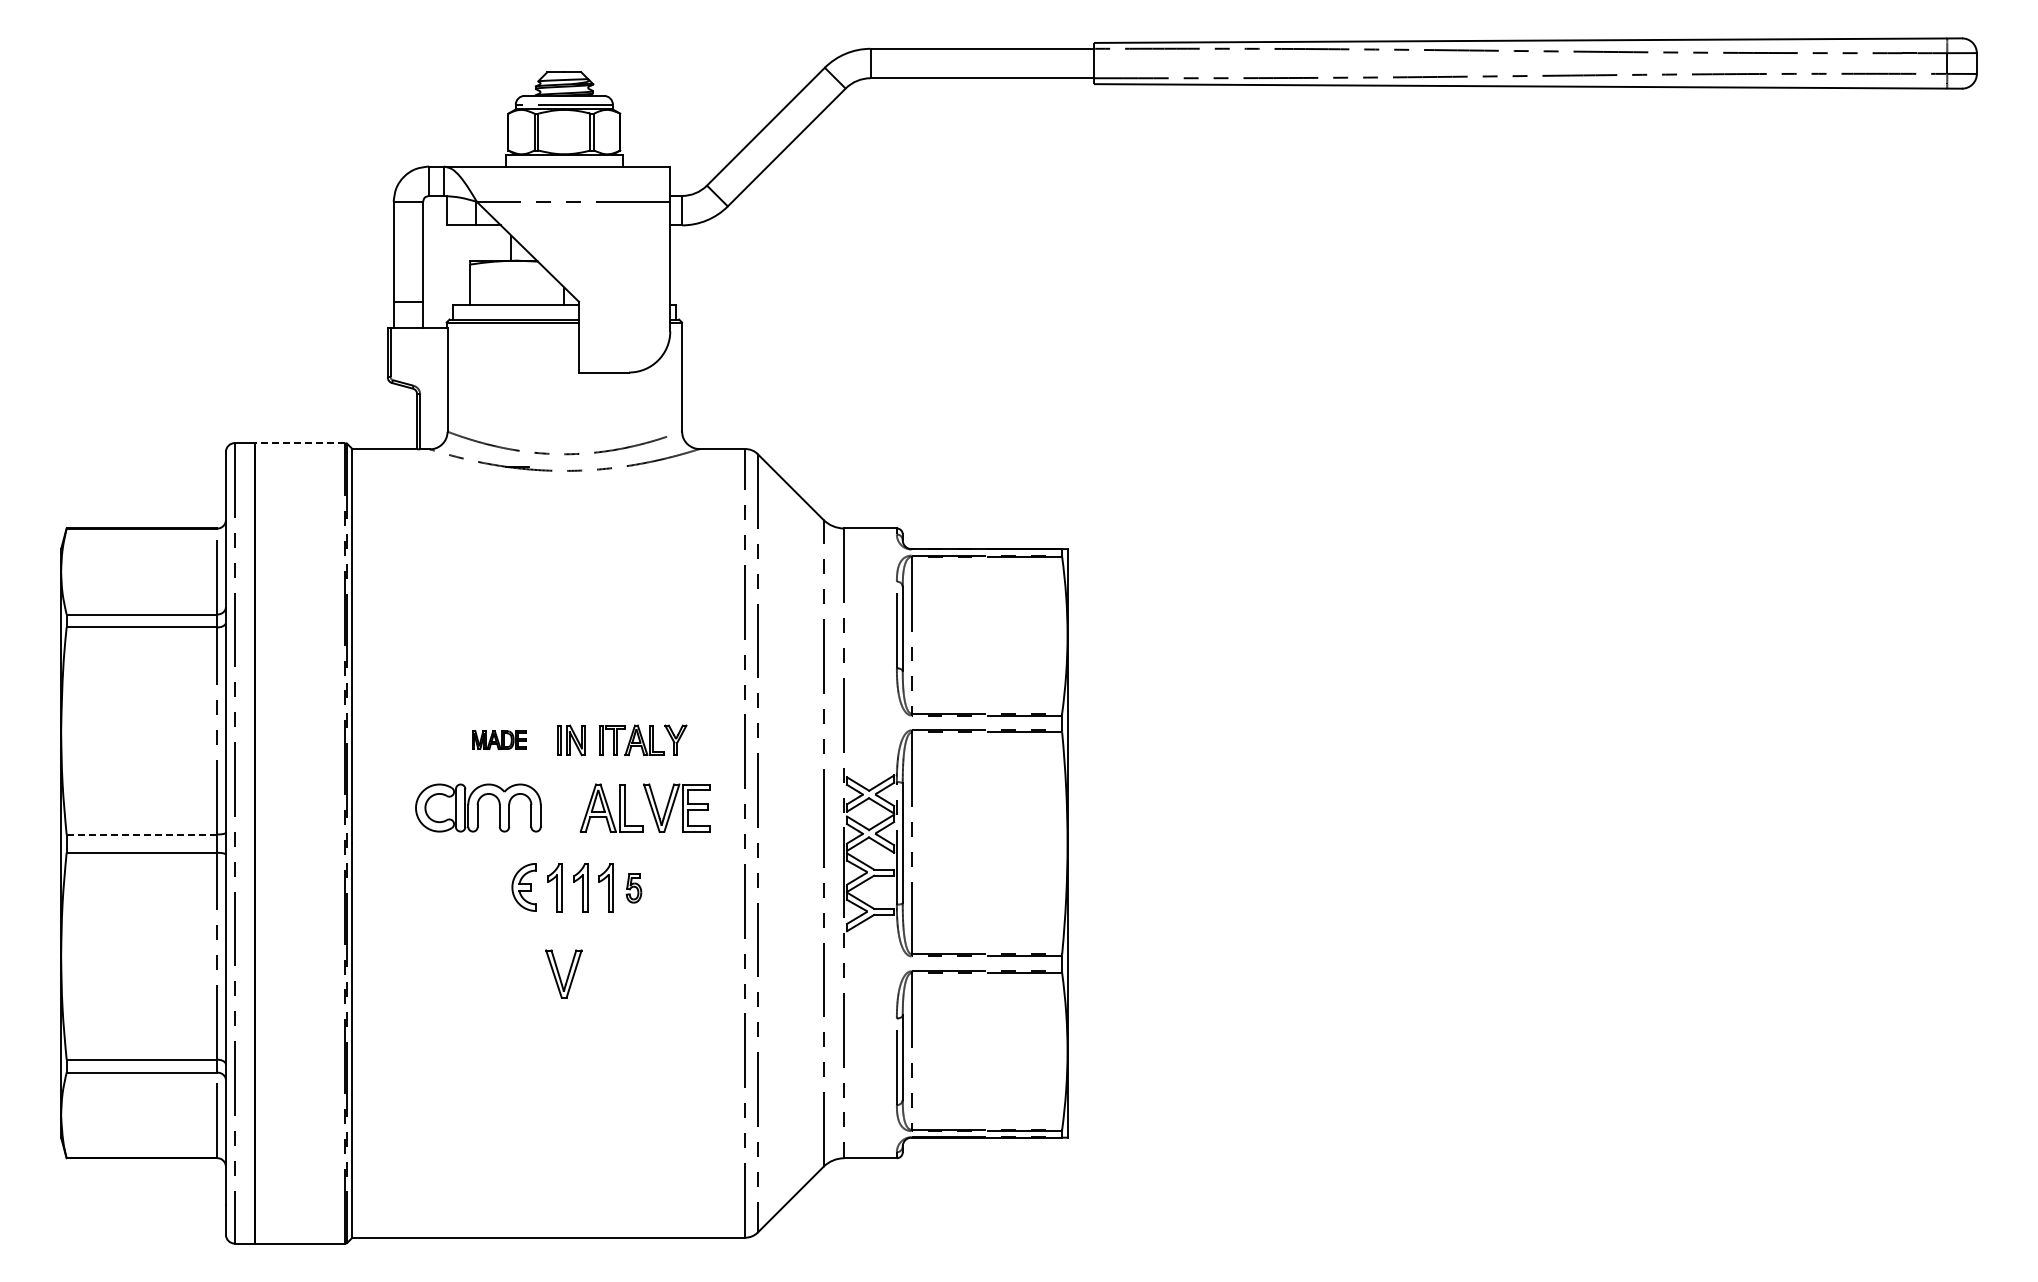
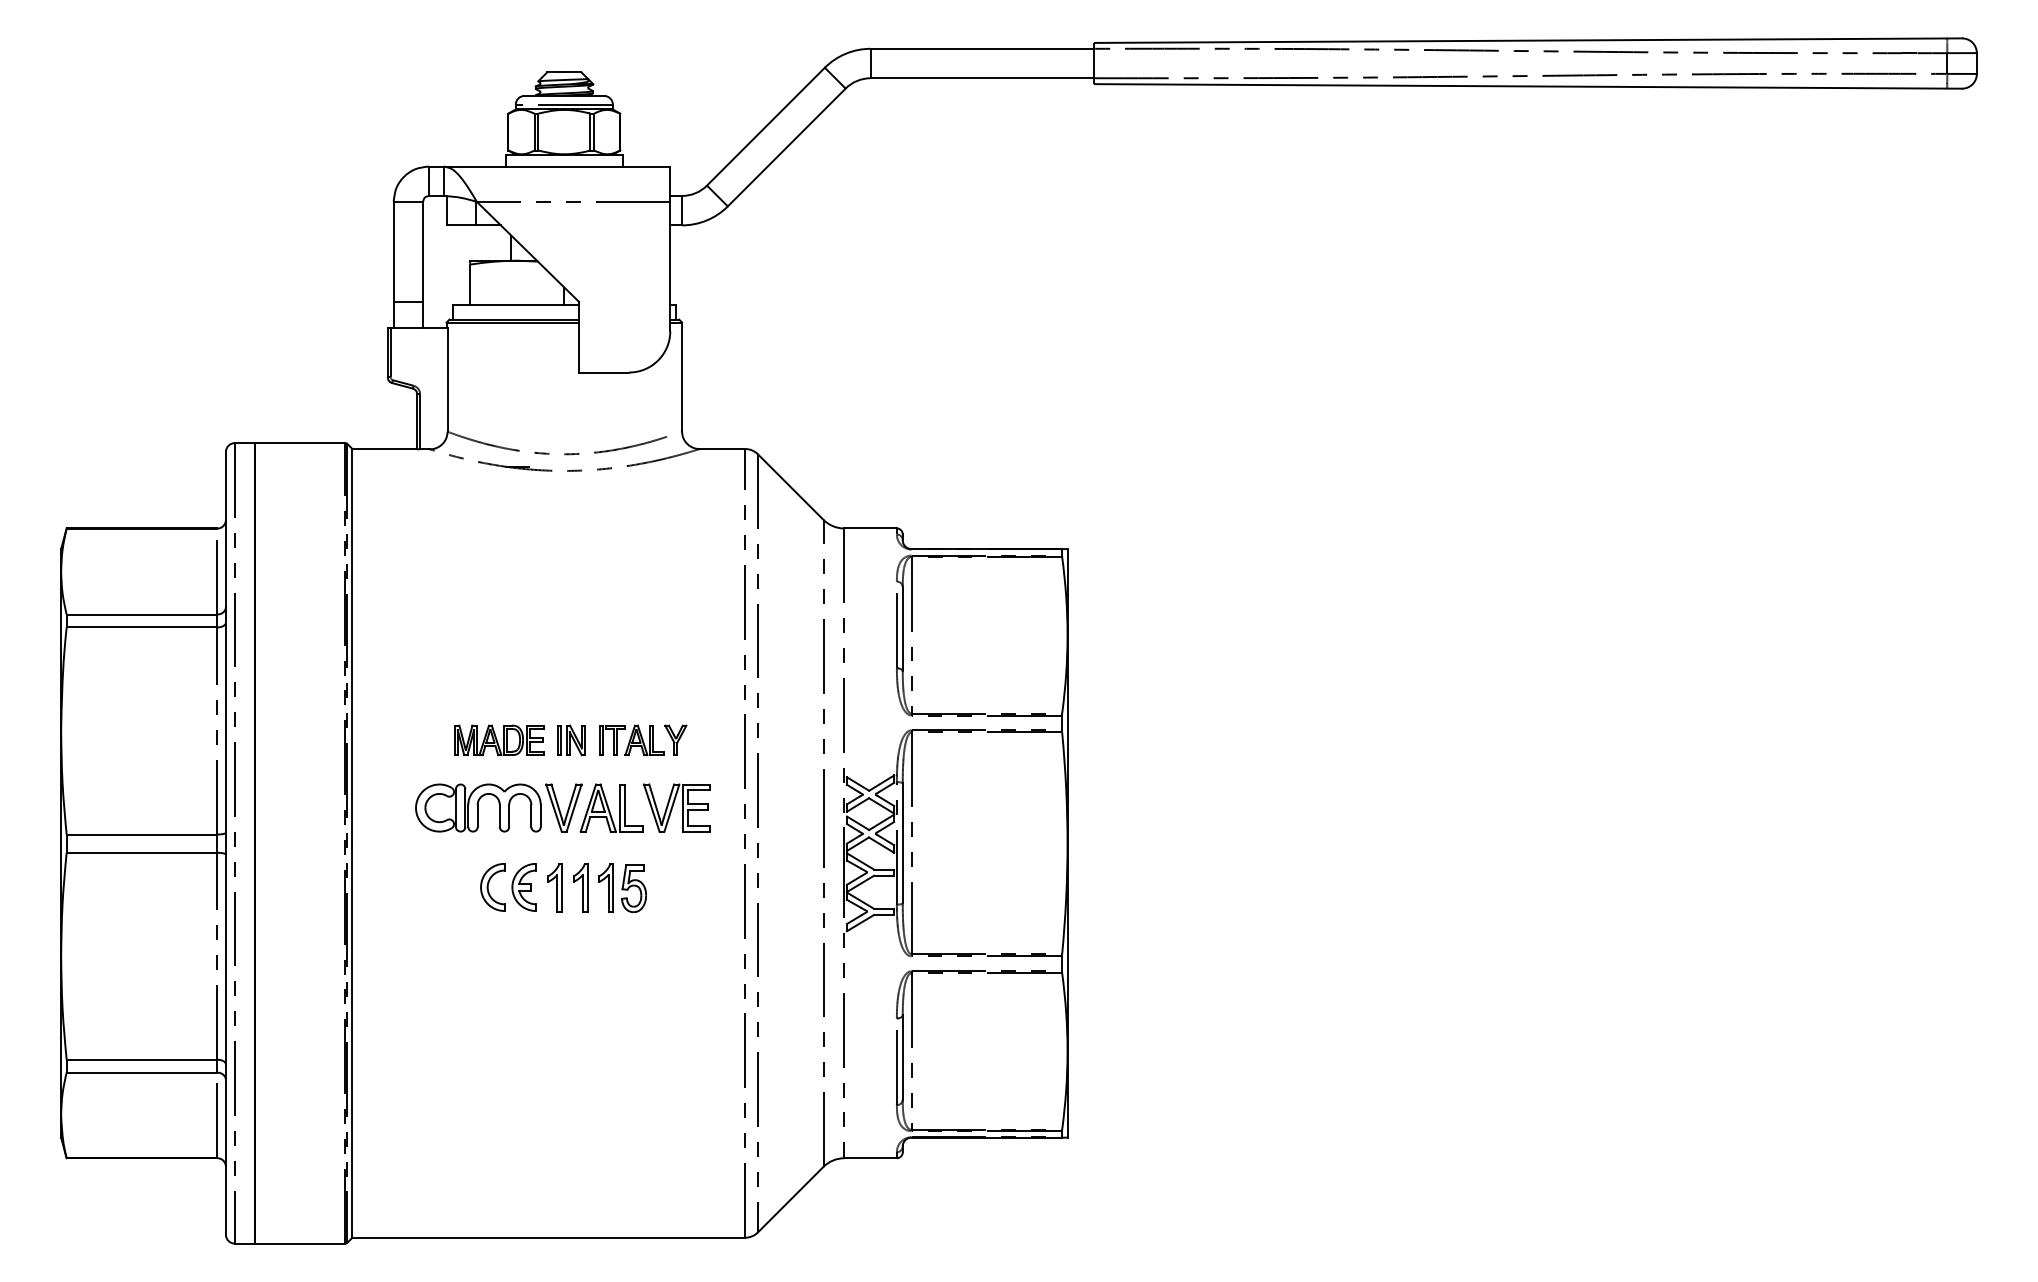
line at (299, 443): dashed -> solid
part at (499, 739) size: 55x20 px -> 91x32 px
line at (141, 834): dashed -> solid
part at (492, 887): none -> present
part at (633, 888) size: 18x31 px -> 26x49 px
part at (563, 973) position: (563, 973) -> (563, 807)
